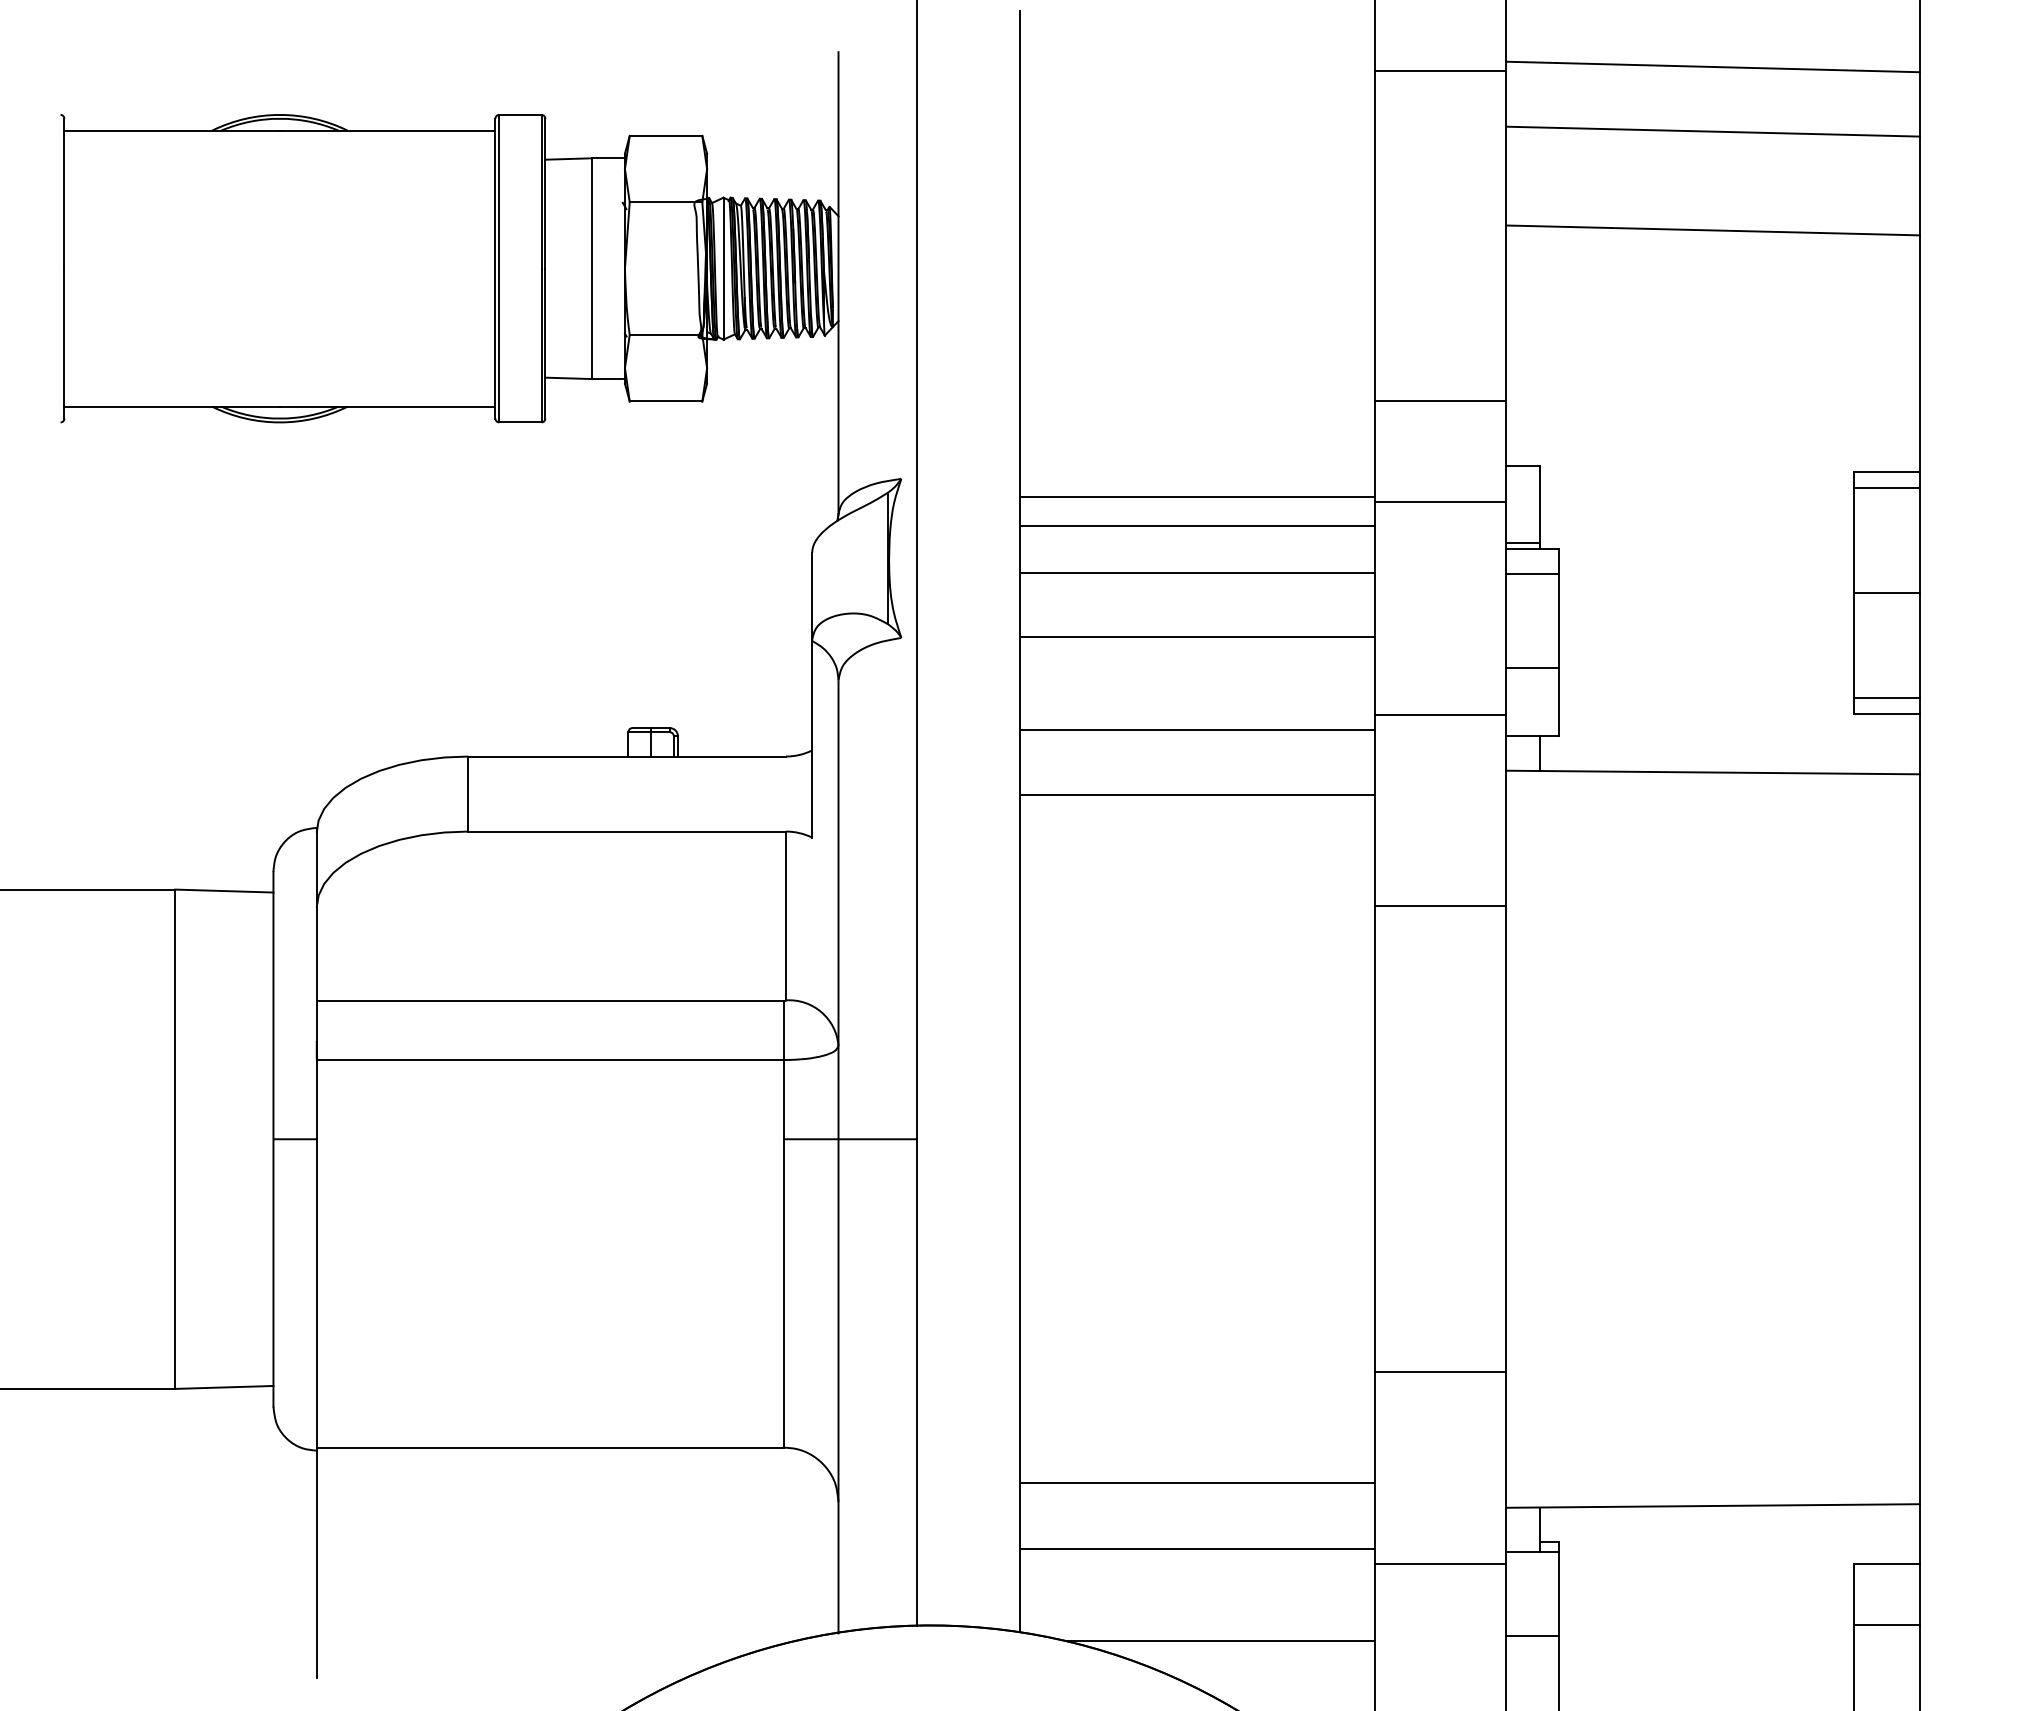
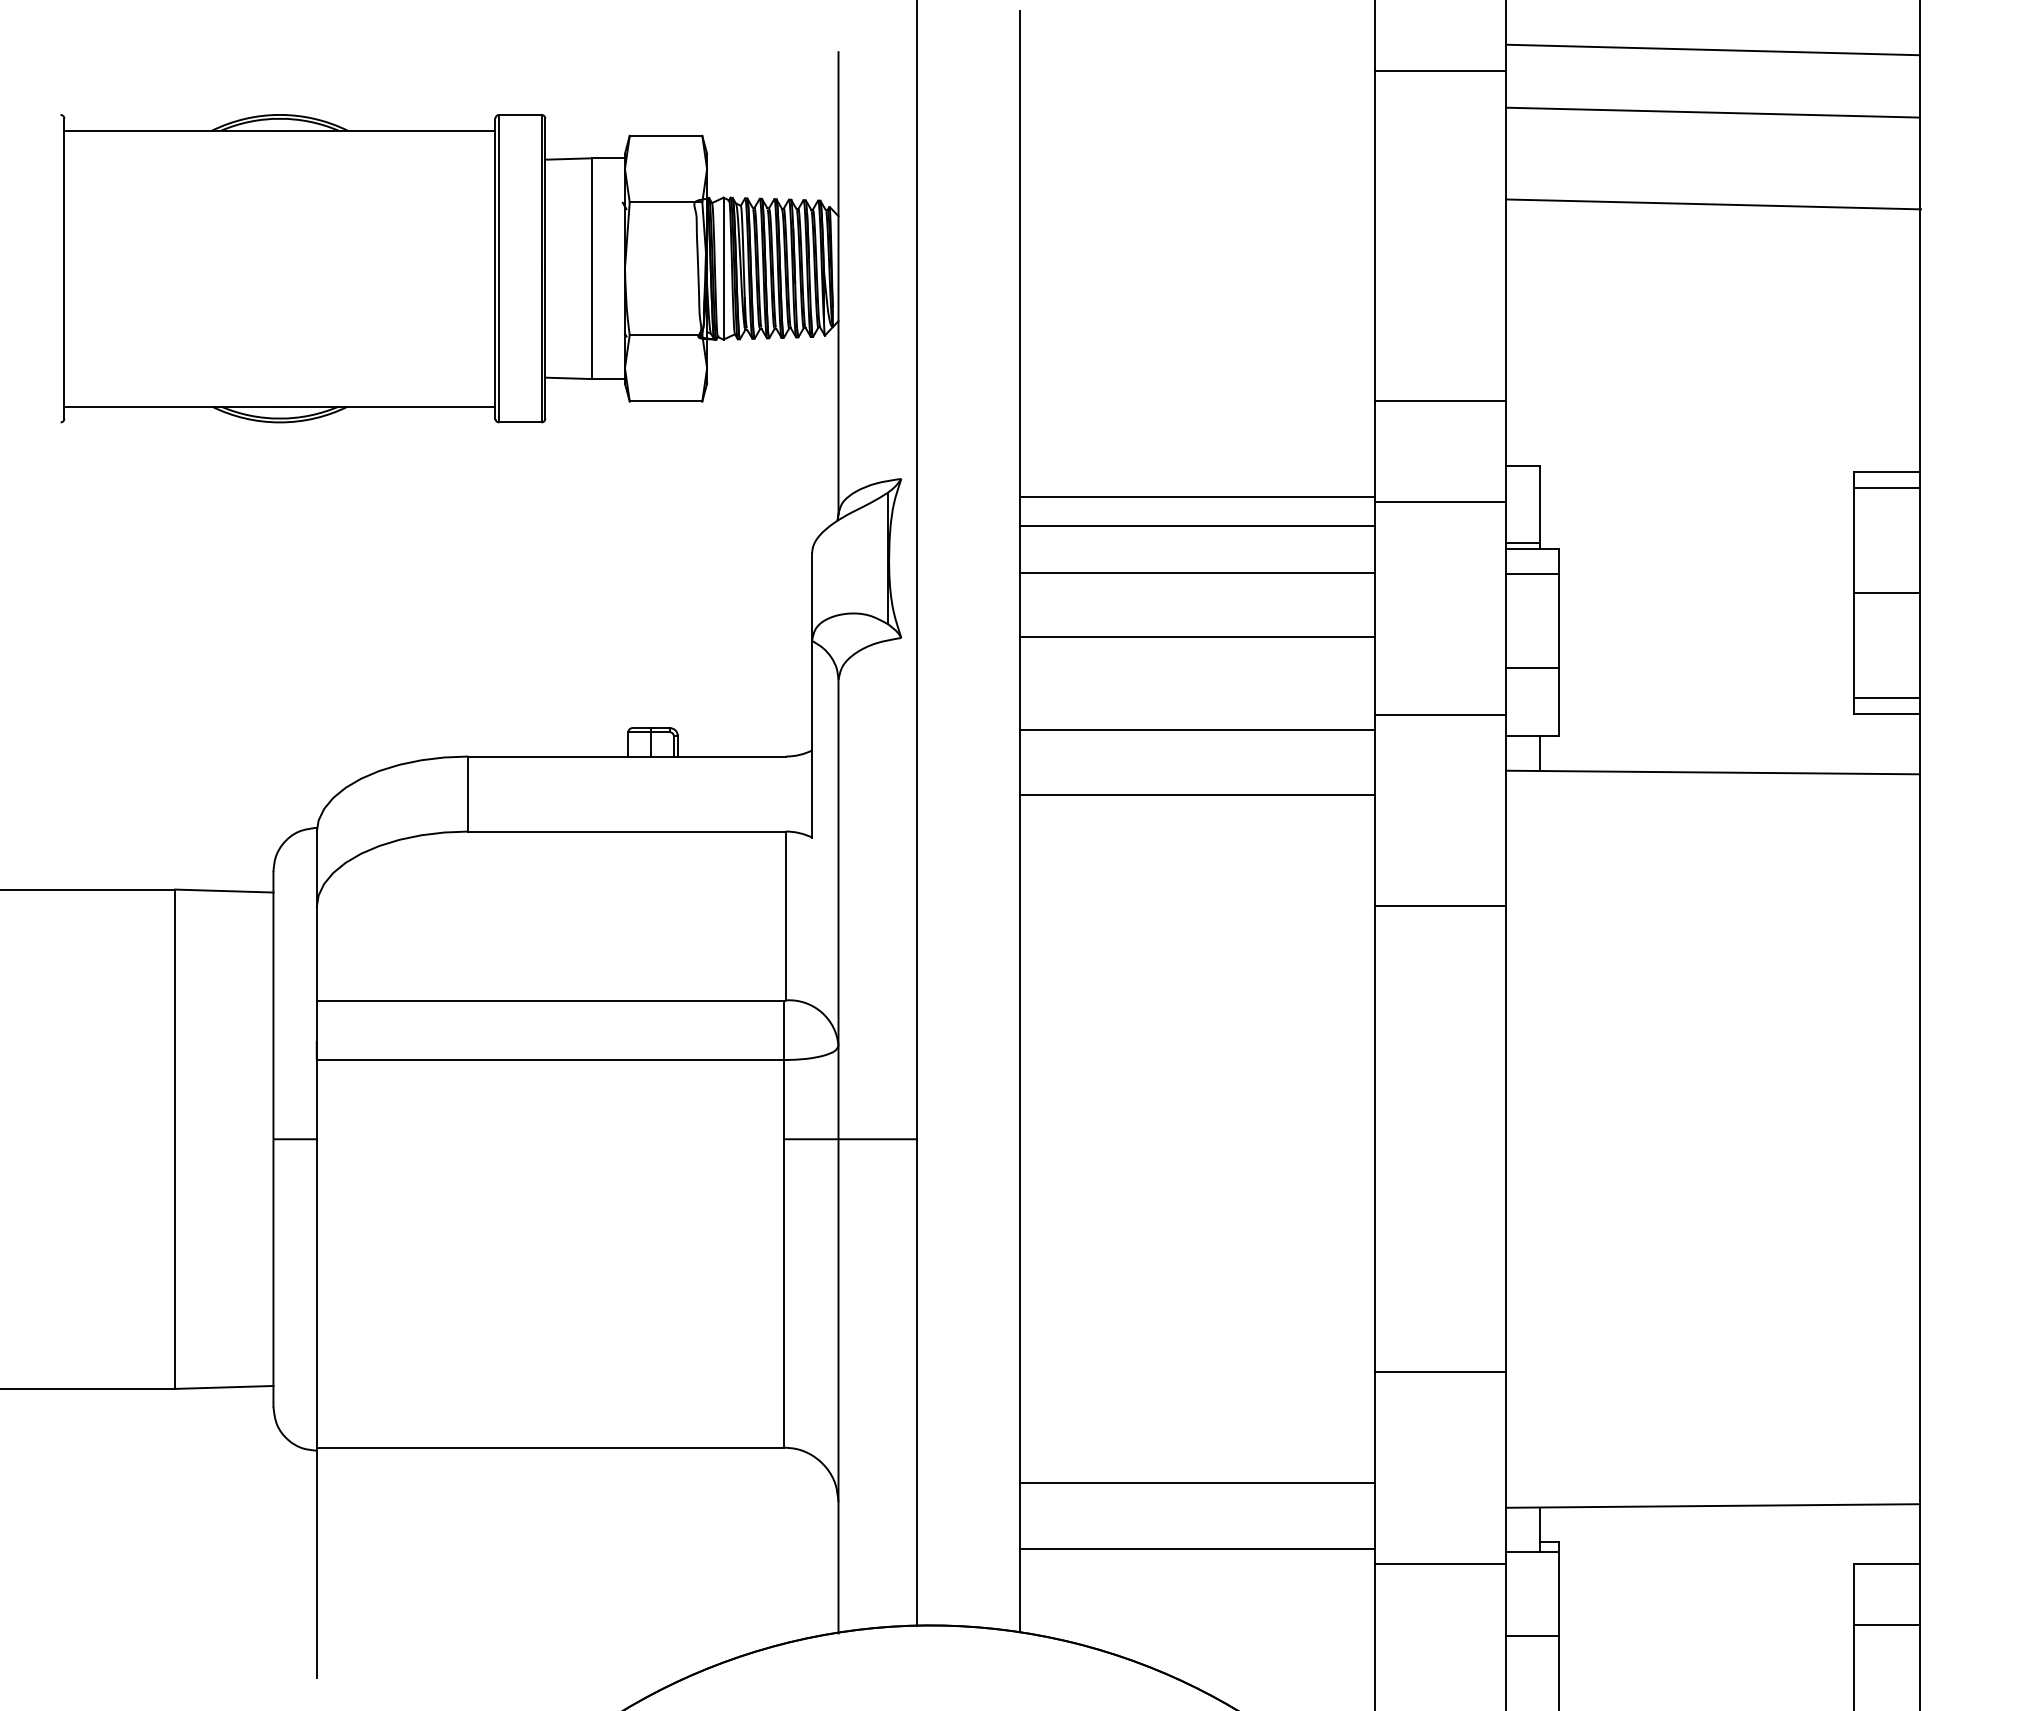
line at (1712, 66) position: (1712, 66) -> (1712, 49)
line at (1712, 131) position: (1712, 131) -> (1712, 112)
line at (1712, 230) position: (1712, 230) -> (1713, 204)
line at (1220, 1641): present -> none
